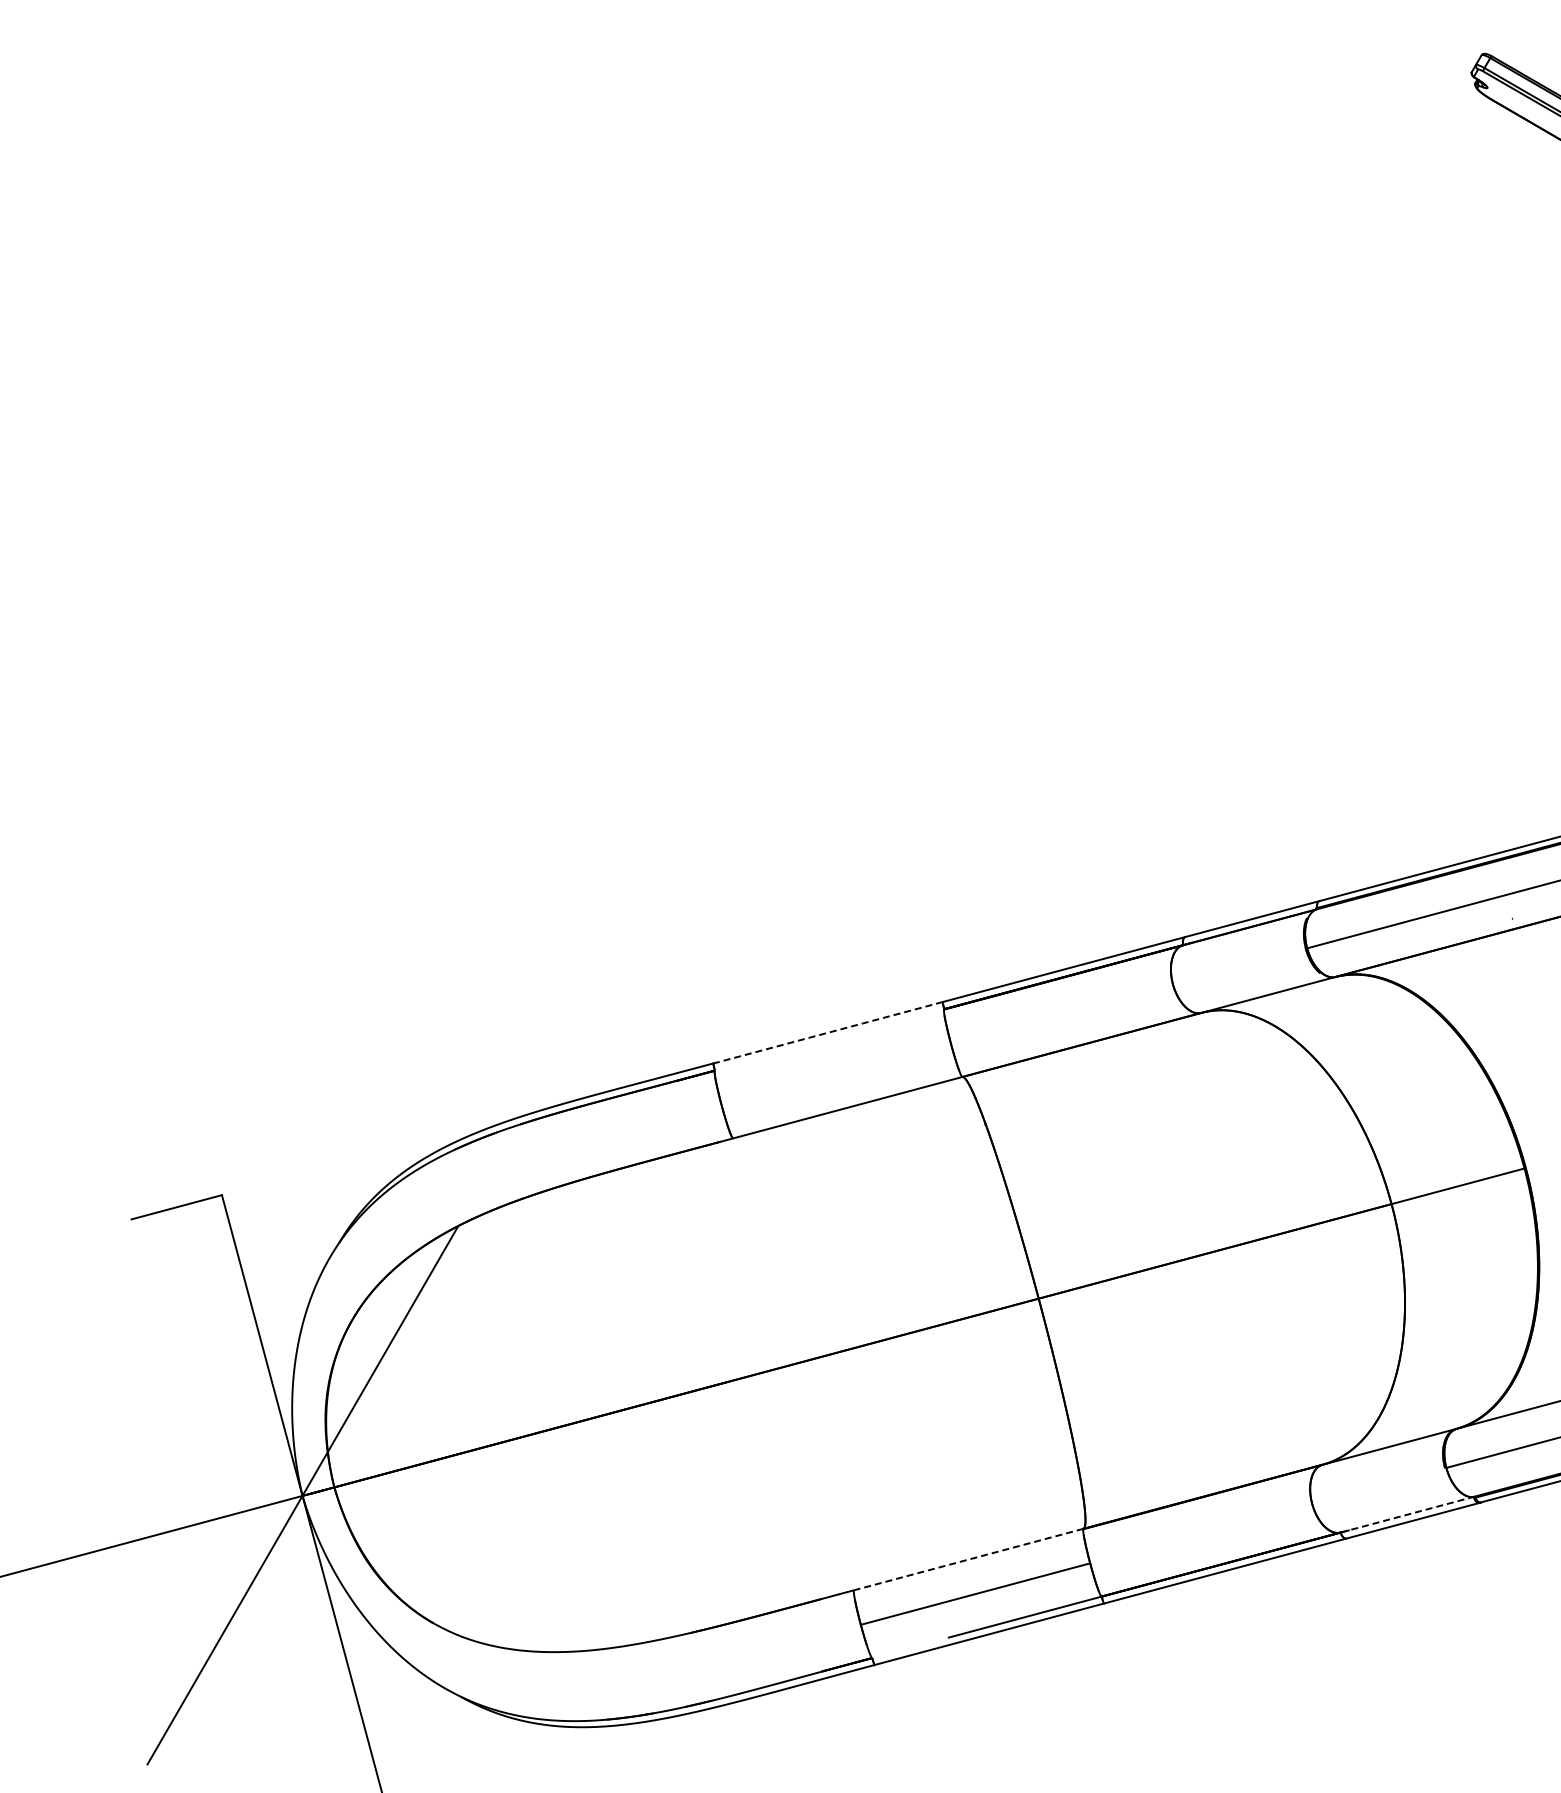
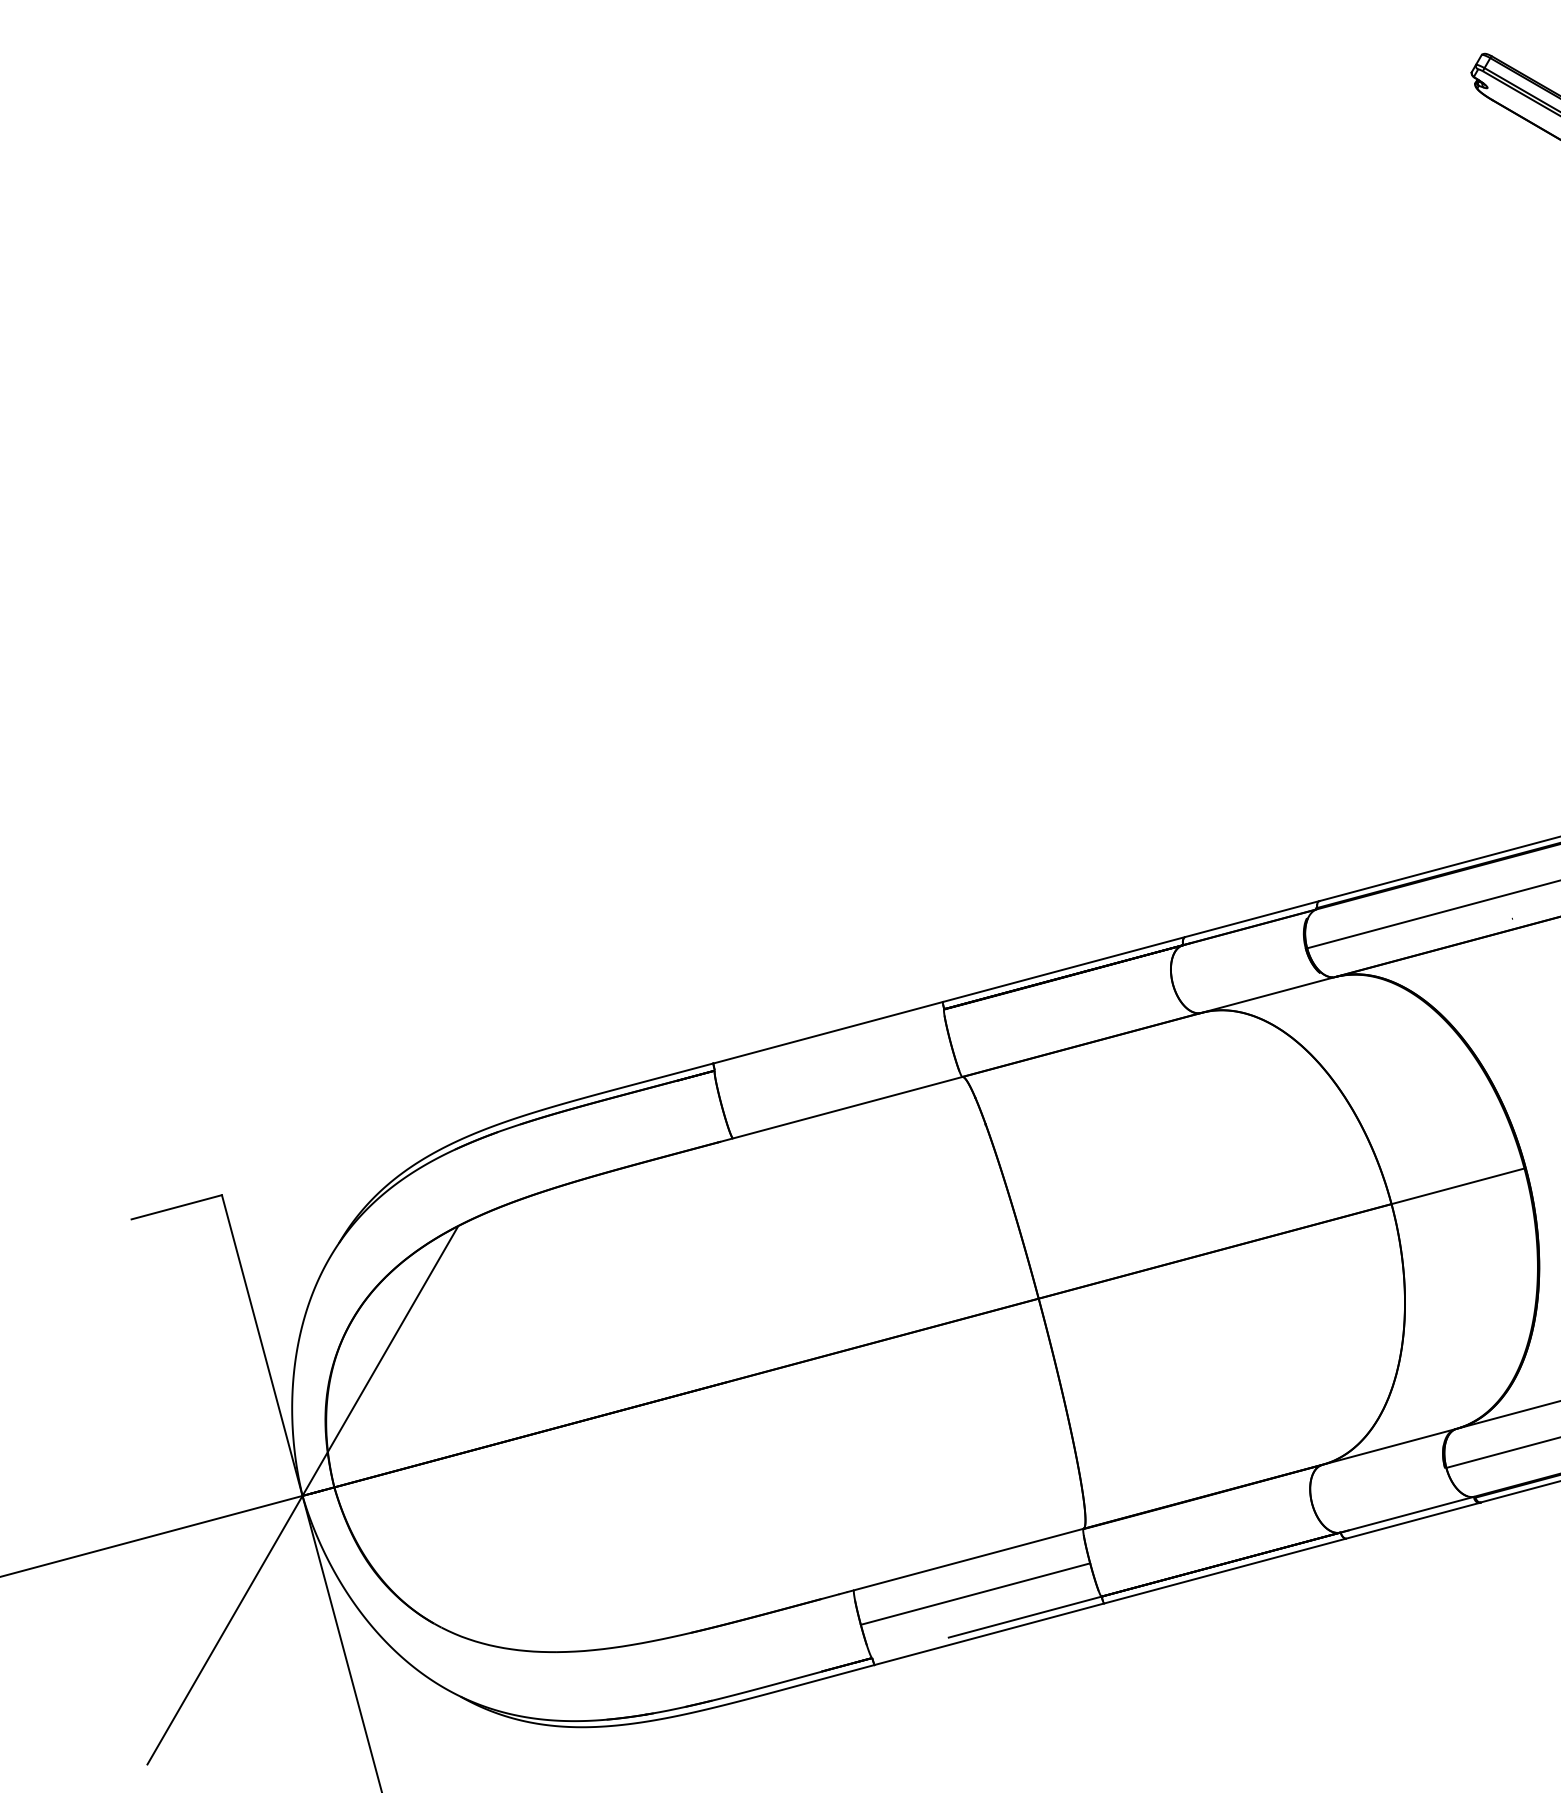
line at (828, 1032): dashed -> solid
line at (1407, 1514): dashed -> solid
line at (968, 1559): dashed -> solid
